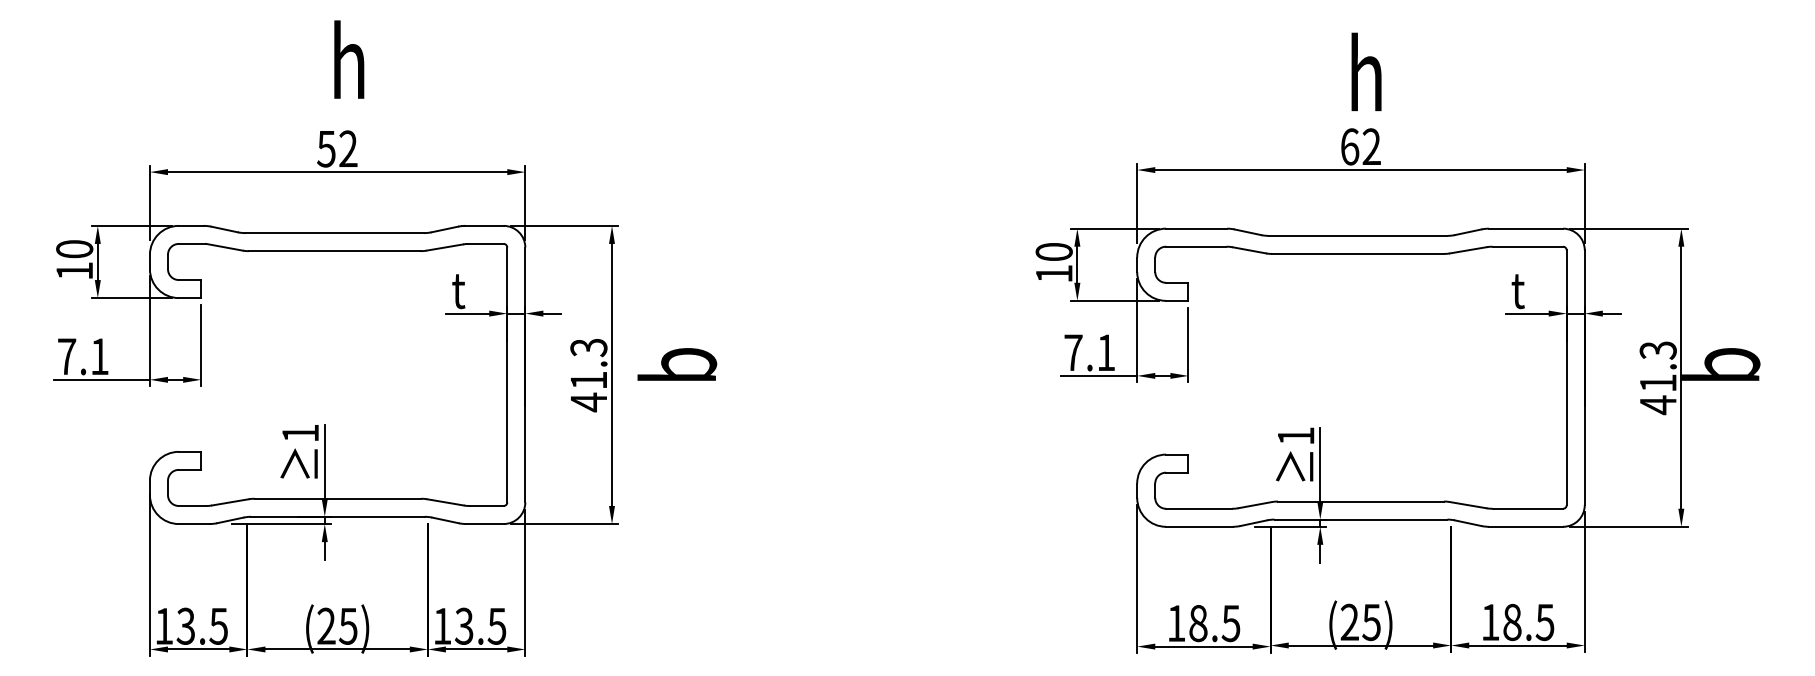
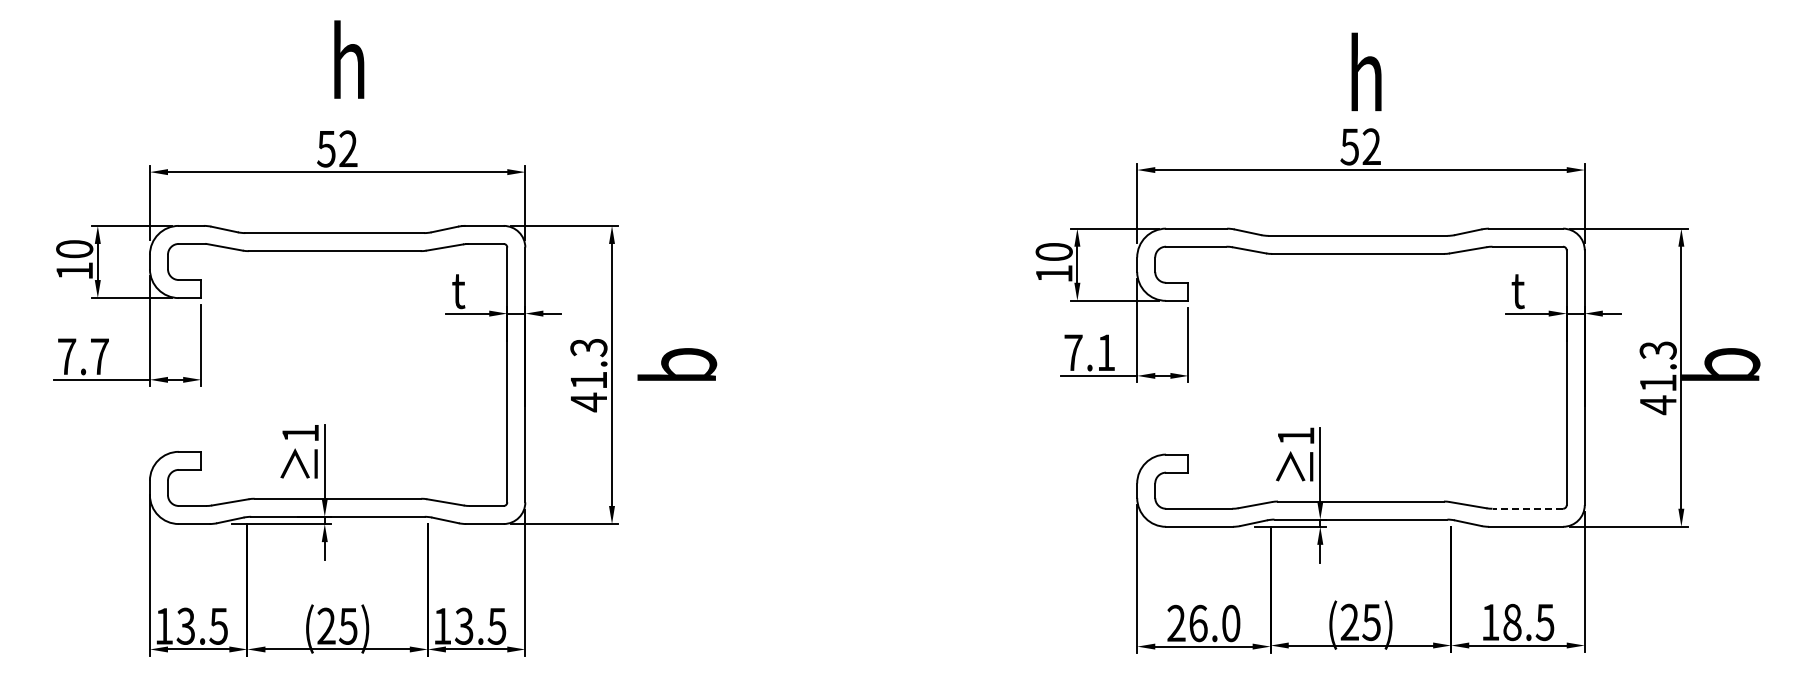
text at (1349, 146): 62 -> 52
text at (99, 356): 7.1 -> 7.7
line at (1527, 508): solid -> dashed
text at (1203, 623): 18.5 -> 26.0
